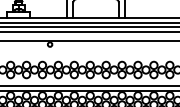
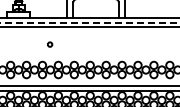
line at (90, 22): solid -> dashed
line at (89, 32): present -> none
line at (89, 40): present -> none
